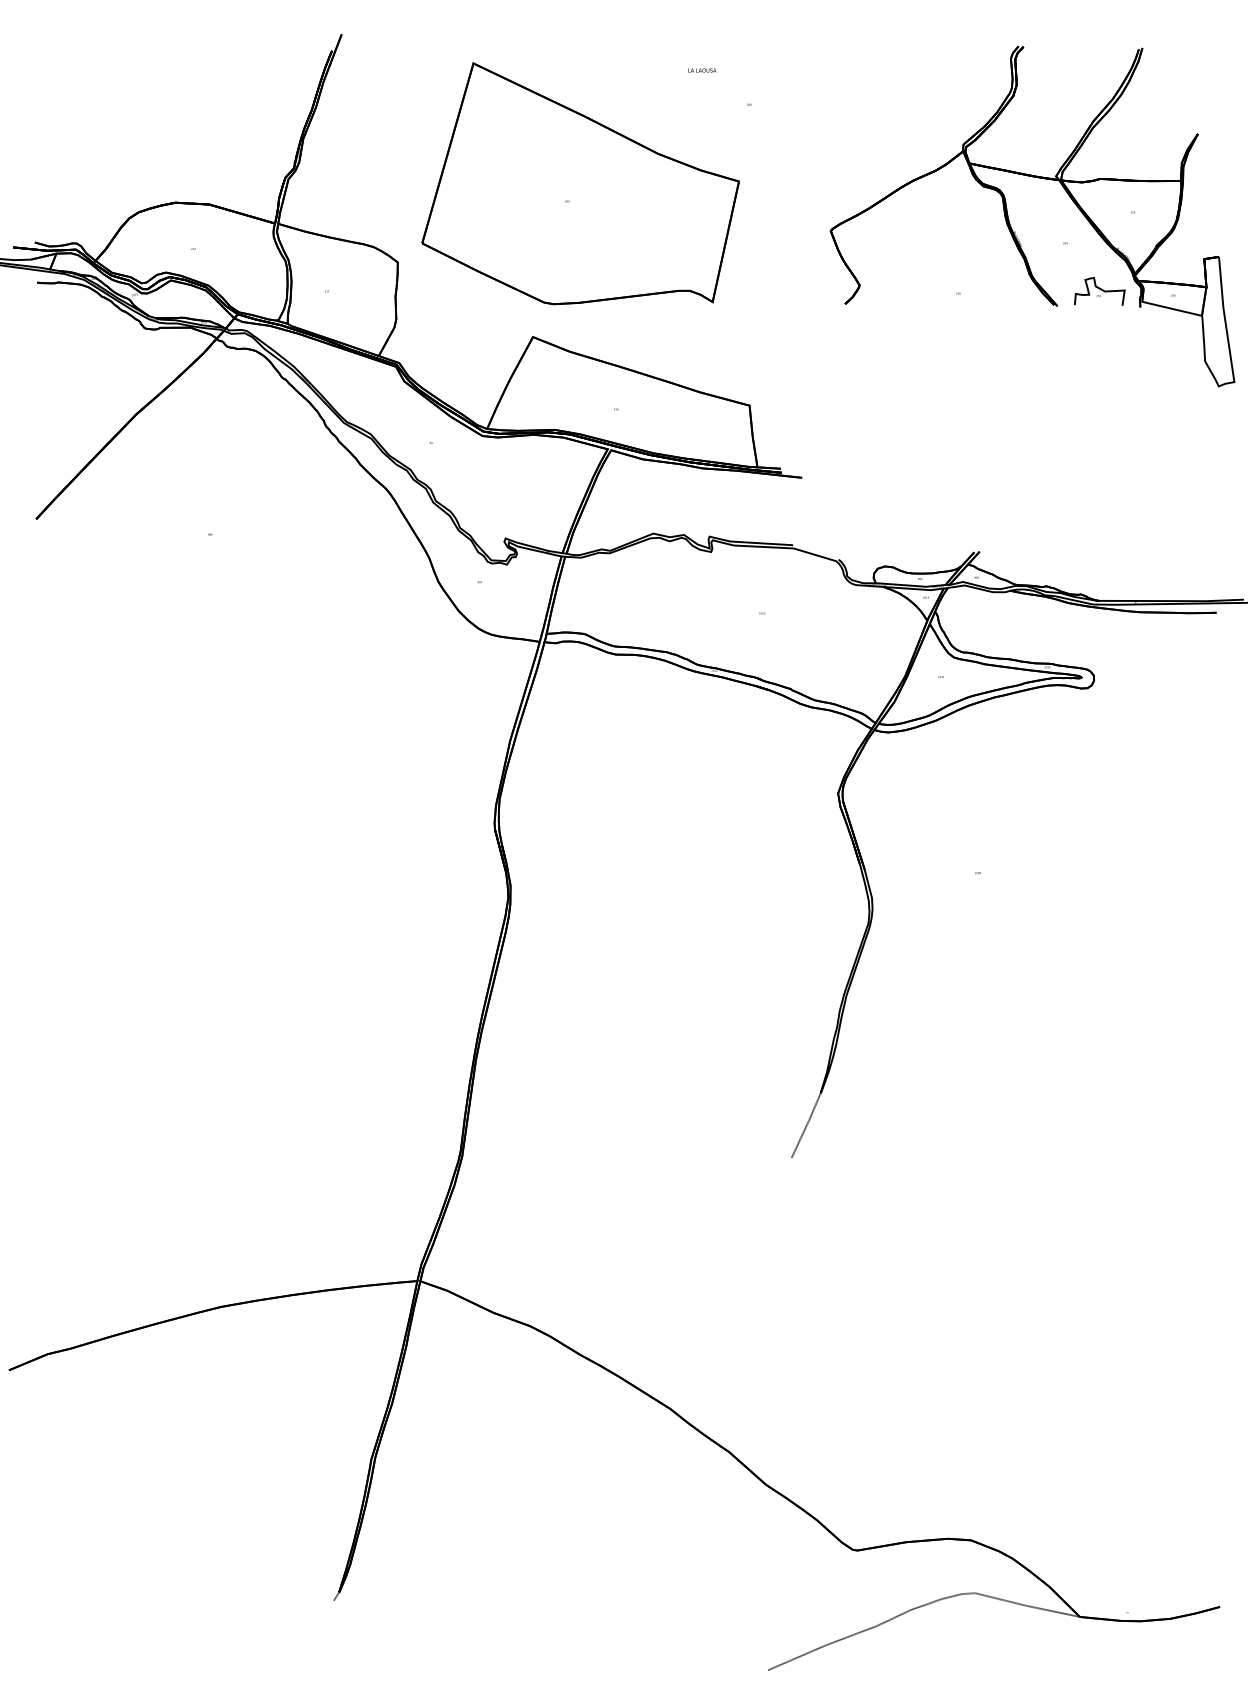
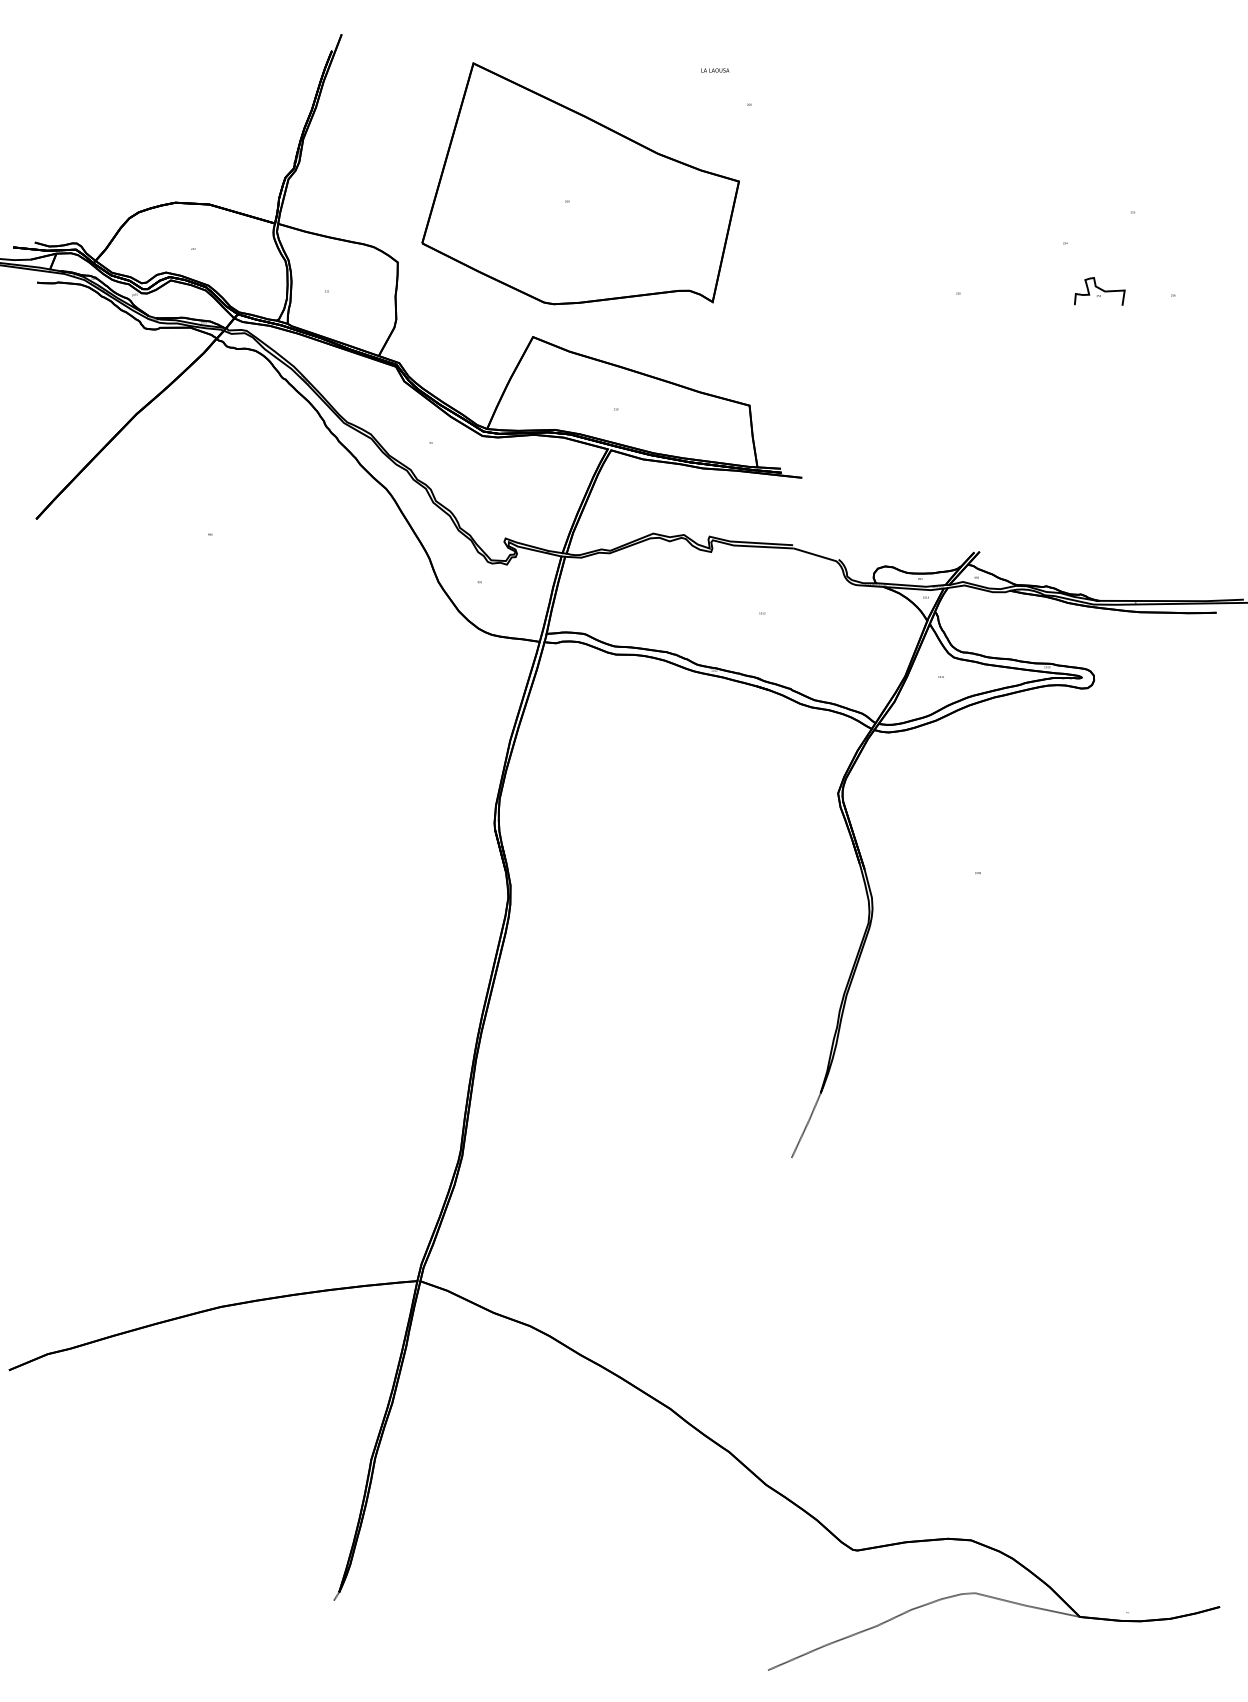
text at (702, 70) position: (702, 70) -> (715, 70)
part at (1015, 231): present -> none
